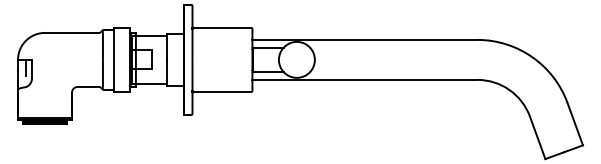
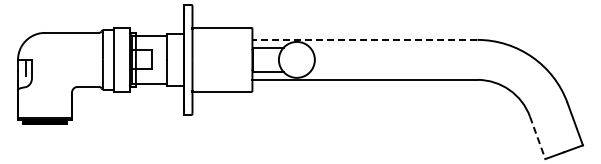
line at (364, 39): solid -> dashed
line at (537, 137): solid -> dashed
